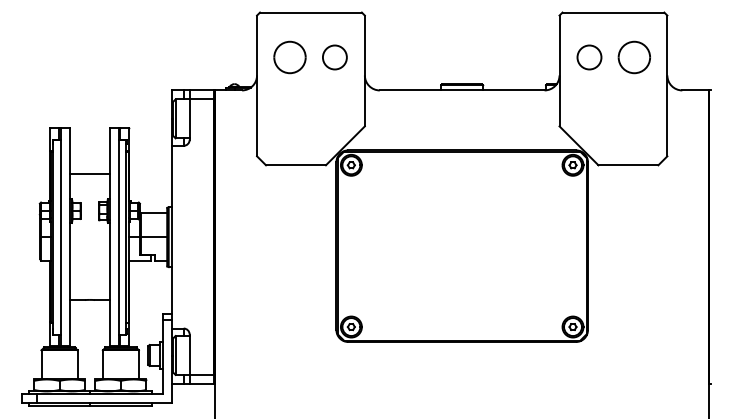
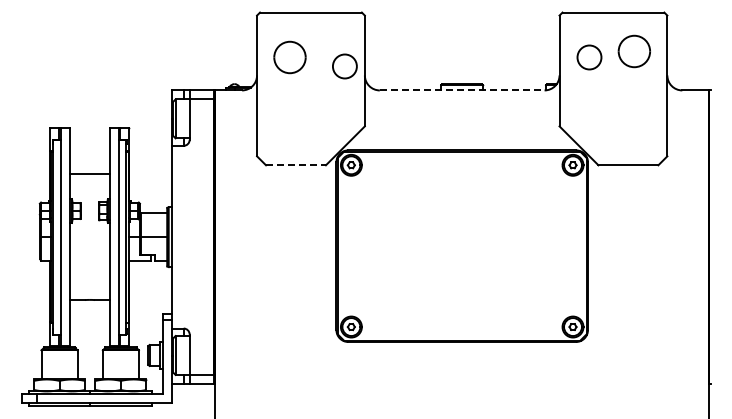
circle at (334, 57) position: (334, 57) -> (344, 66)
part at (633, 57) position: (633, 57) -> (633, 51)
line at (462, 90): solid -> dashed
line at (295, 165): solid -> dashed
